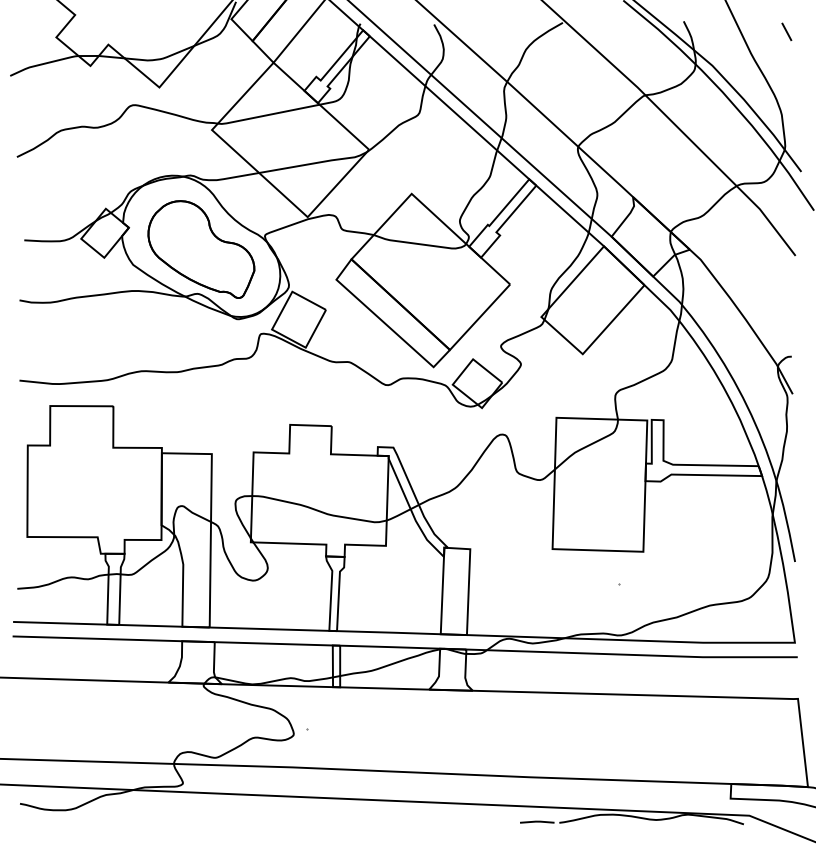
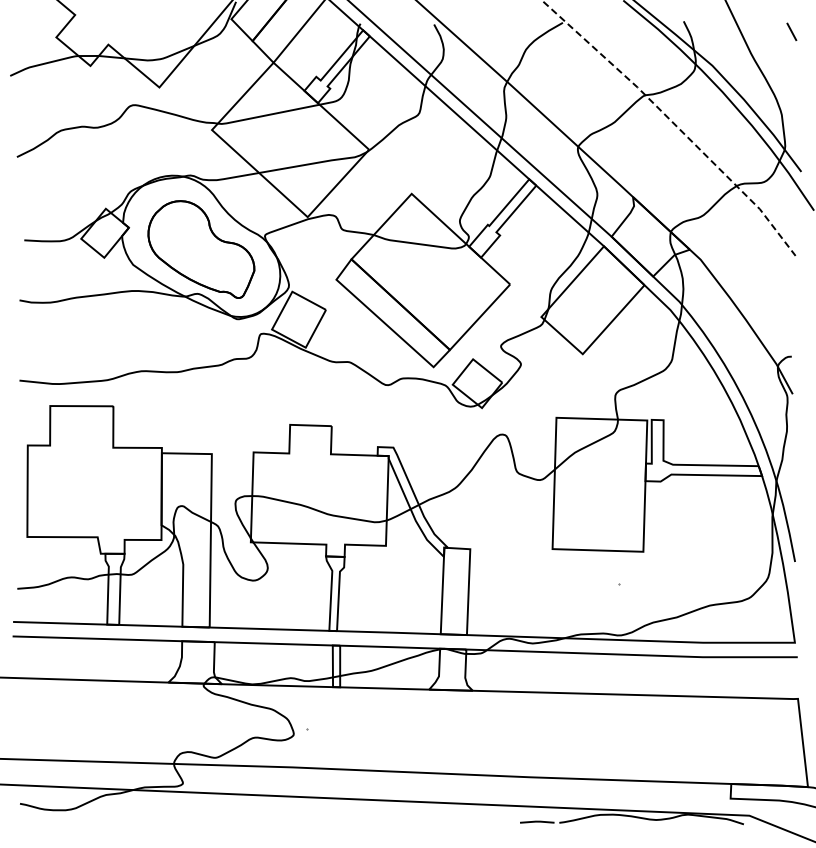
line at (786, 31) position: (786, 31) -> (791, 31)
line at (673, 123): solid -> dashed
